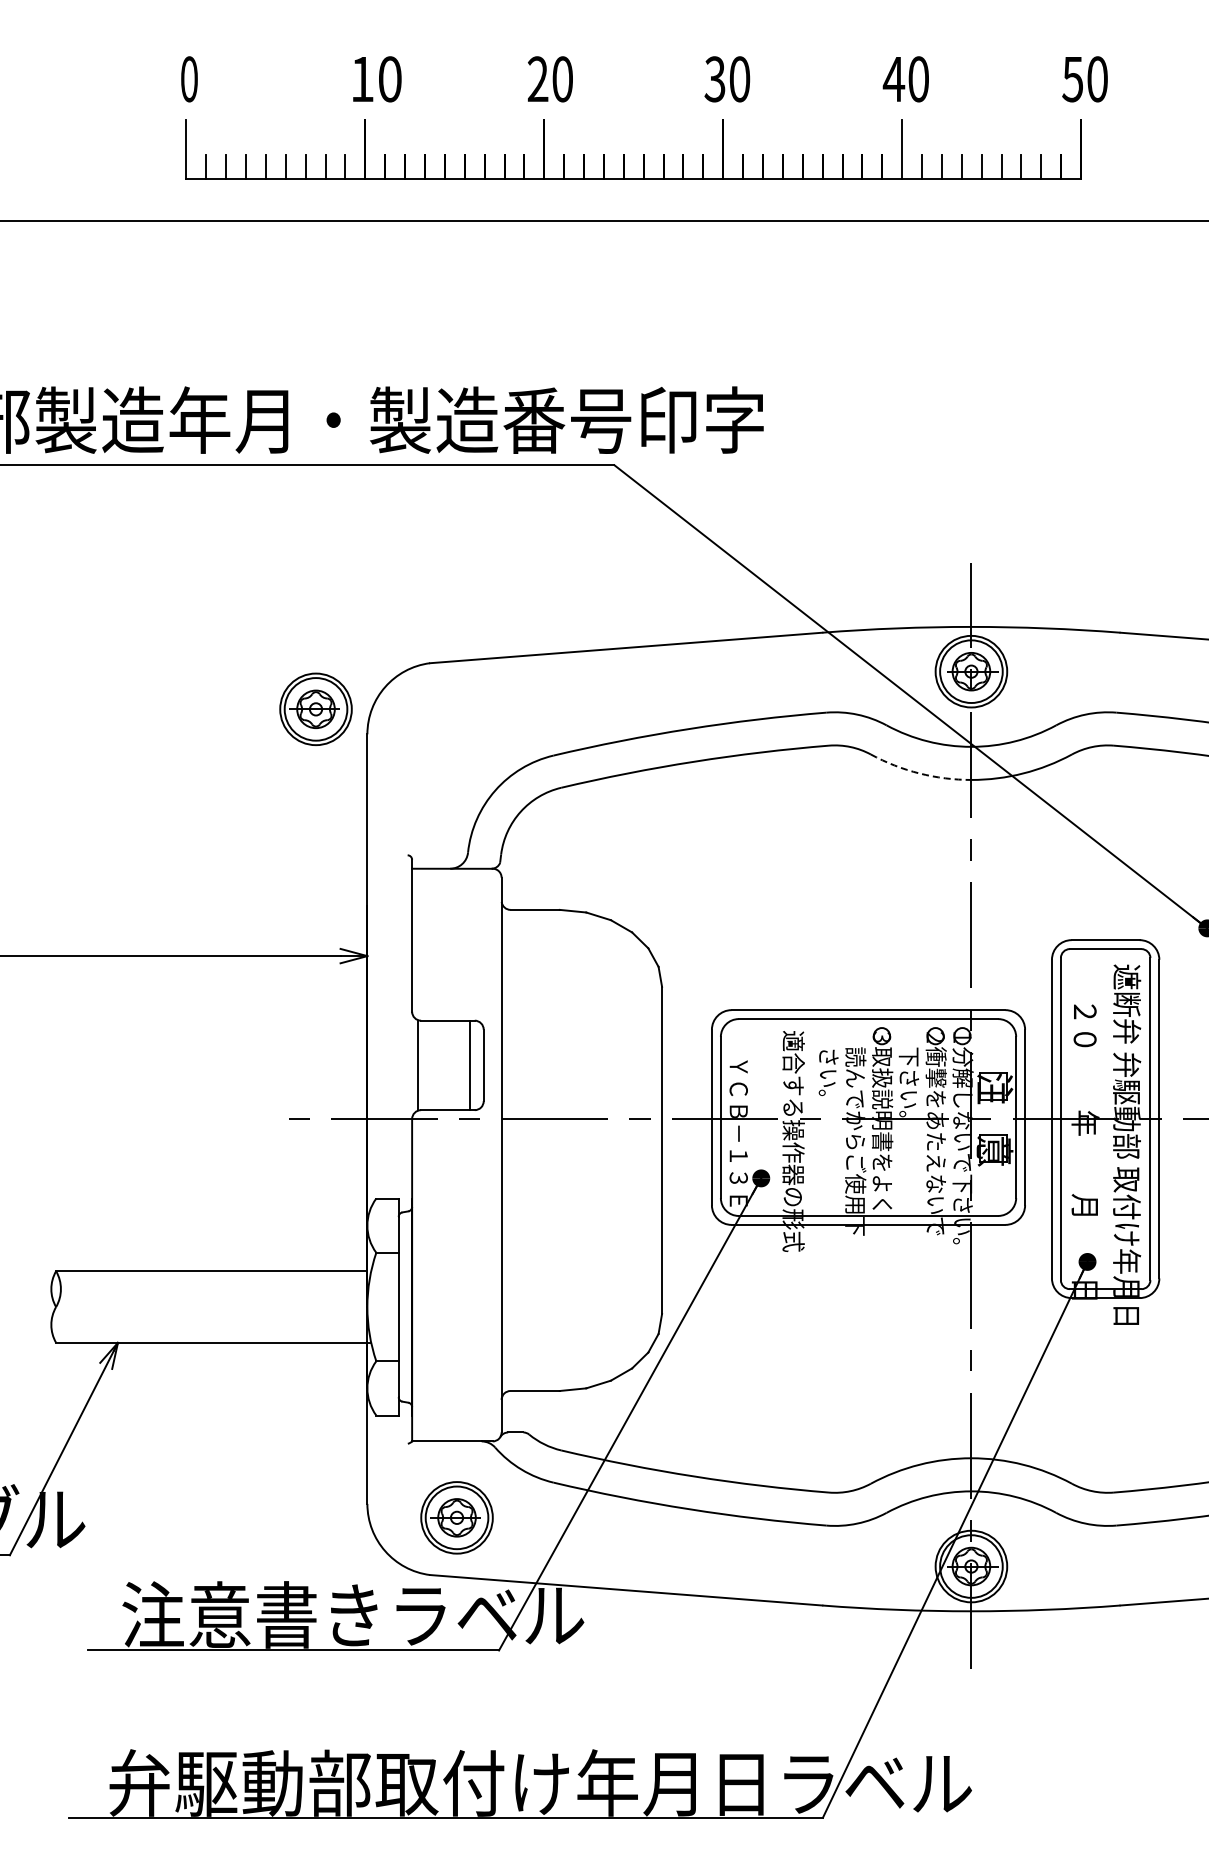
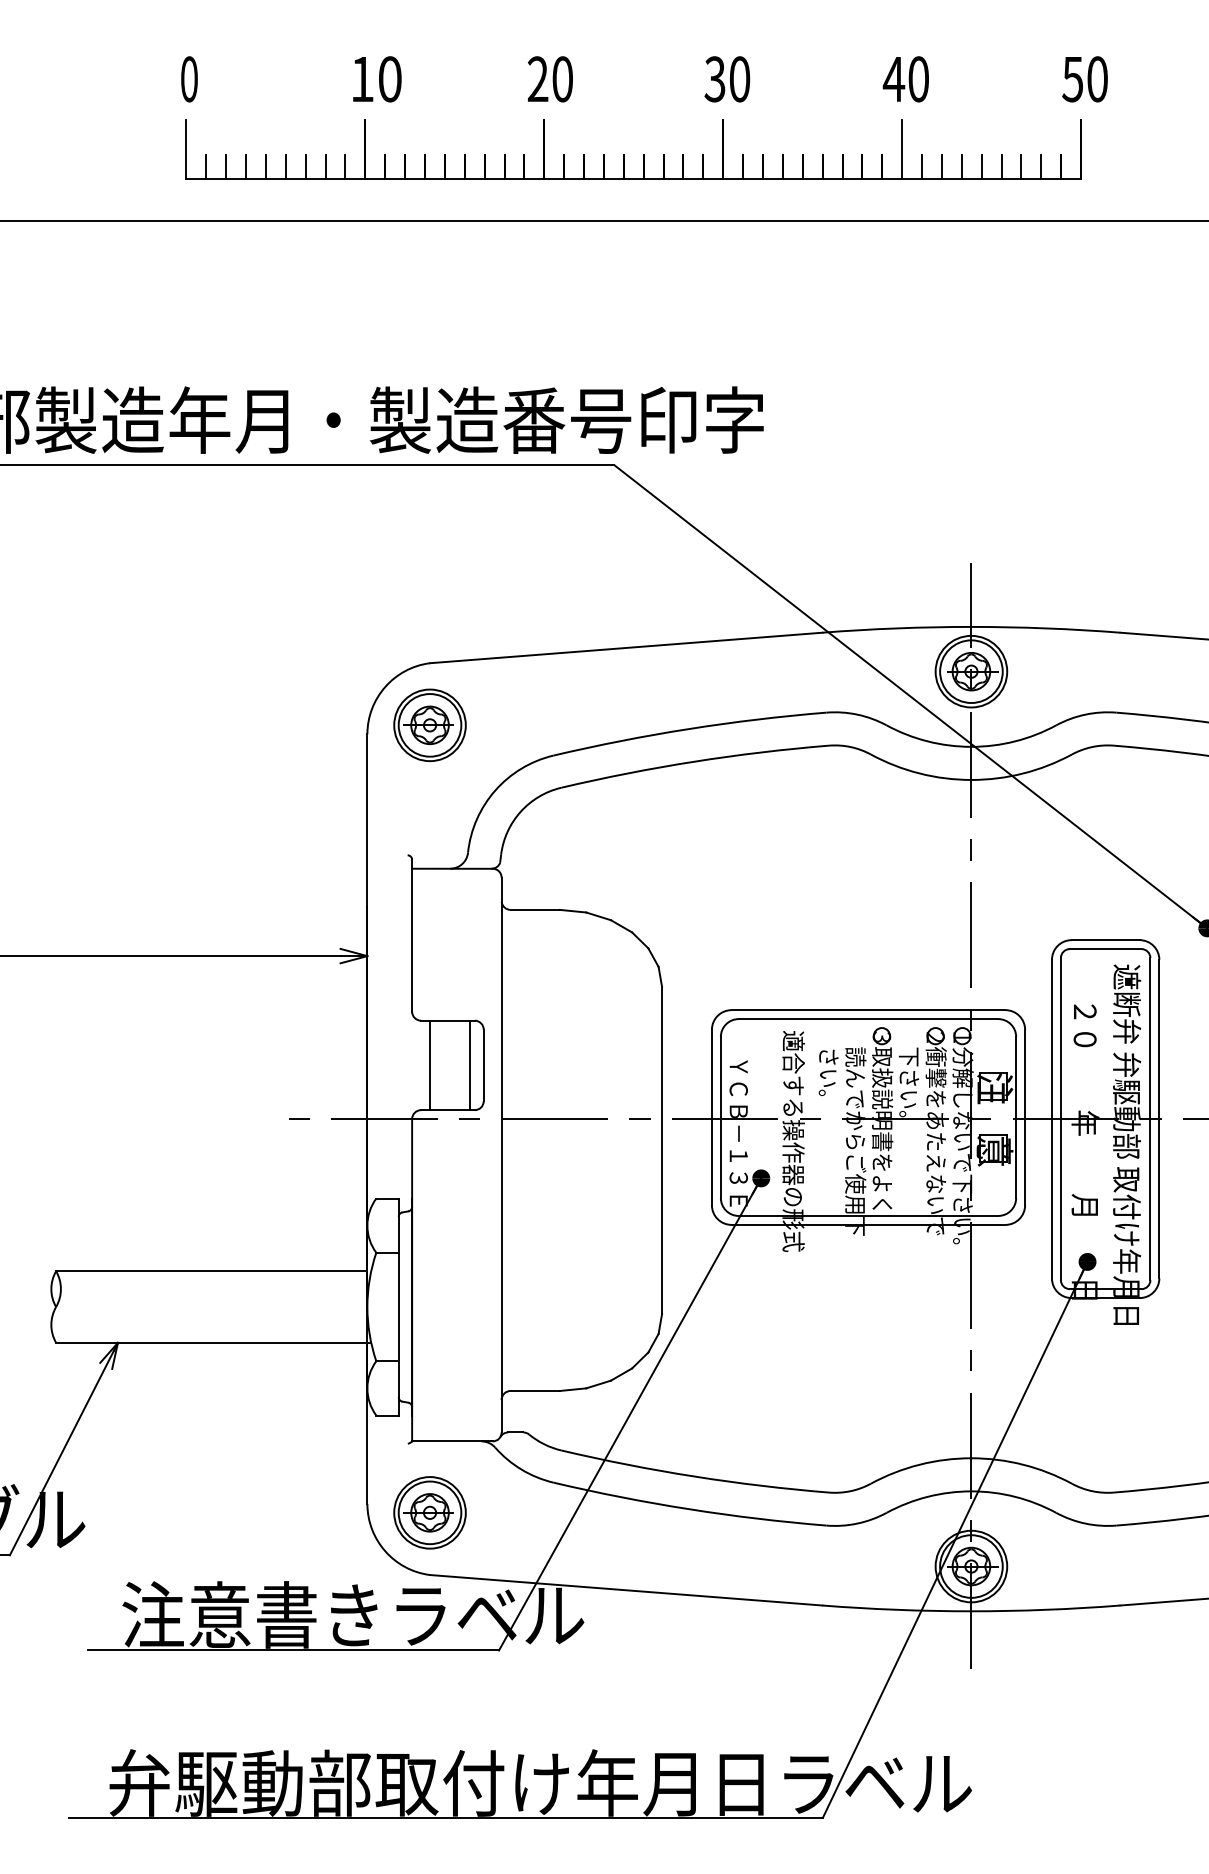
part at (315, 708) position: (315, 708) -> (429, 724)
arc at (919, 773): dashed -> solid
line at (418, 1065) position: (418, 1065) -> (430, 1065)
part at (456, 1517) position: (456, 1517) -> (429, 1512)
